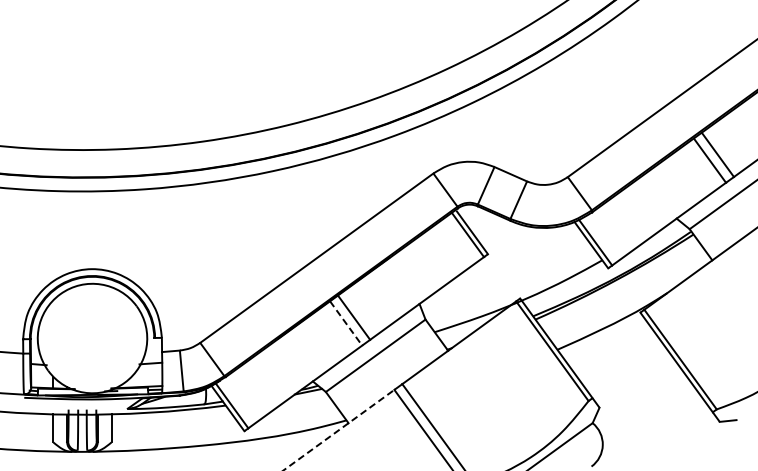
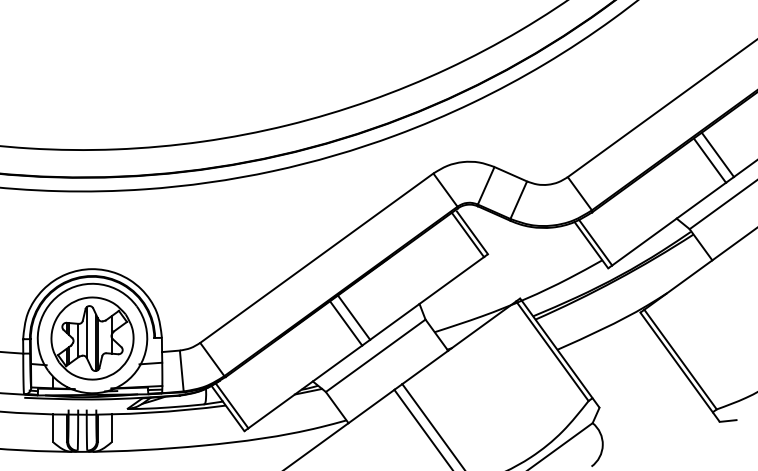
line at (346, 323): dashed -> solid
part at (92, 338): none -> present
line at (338, 430): dashed -> solid
